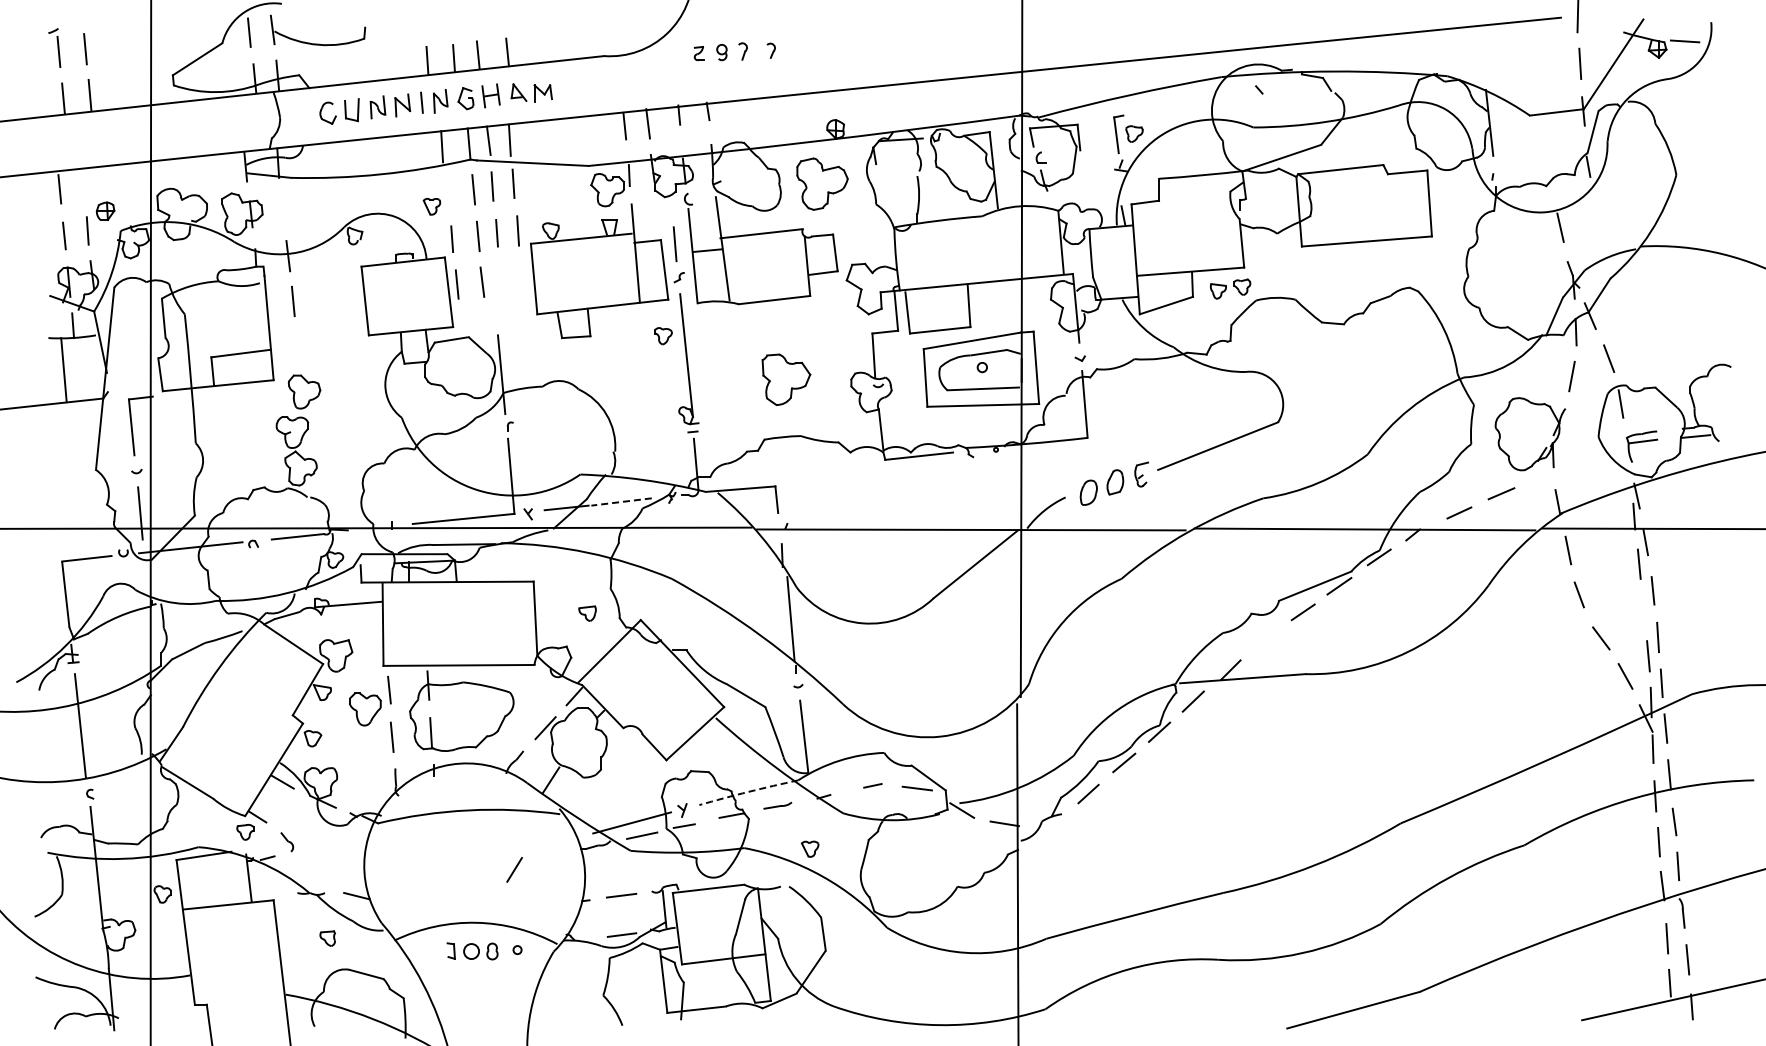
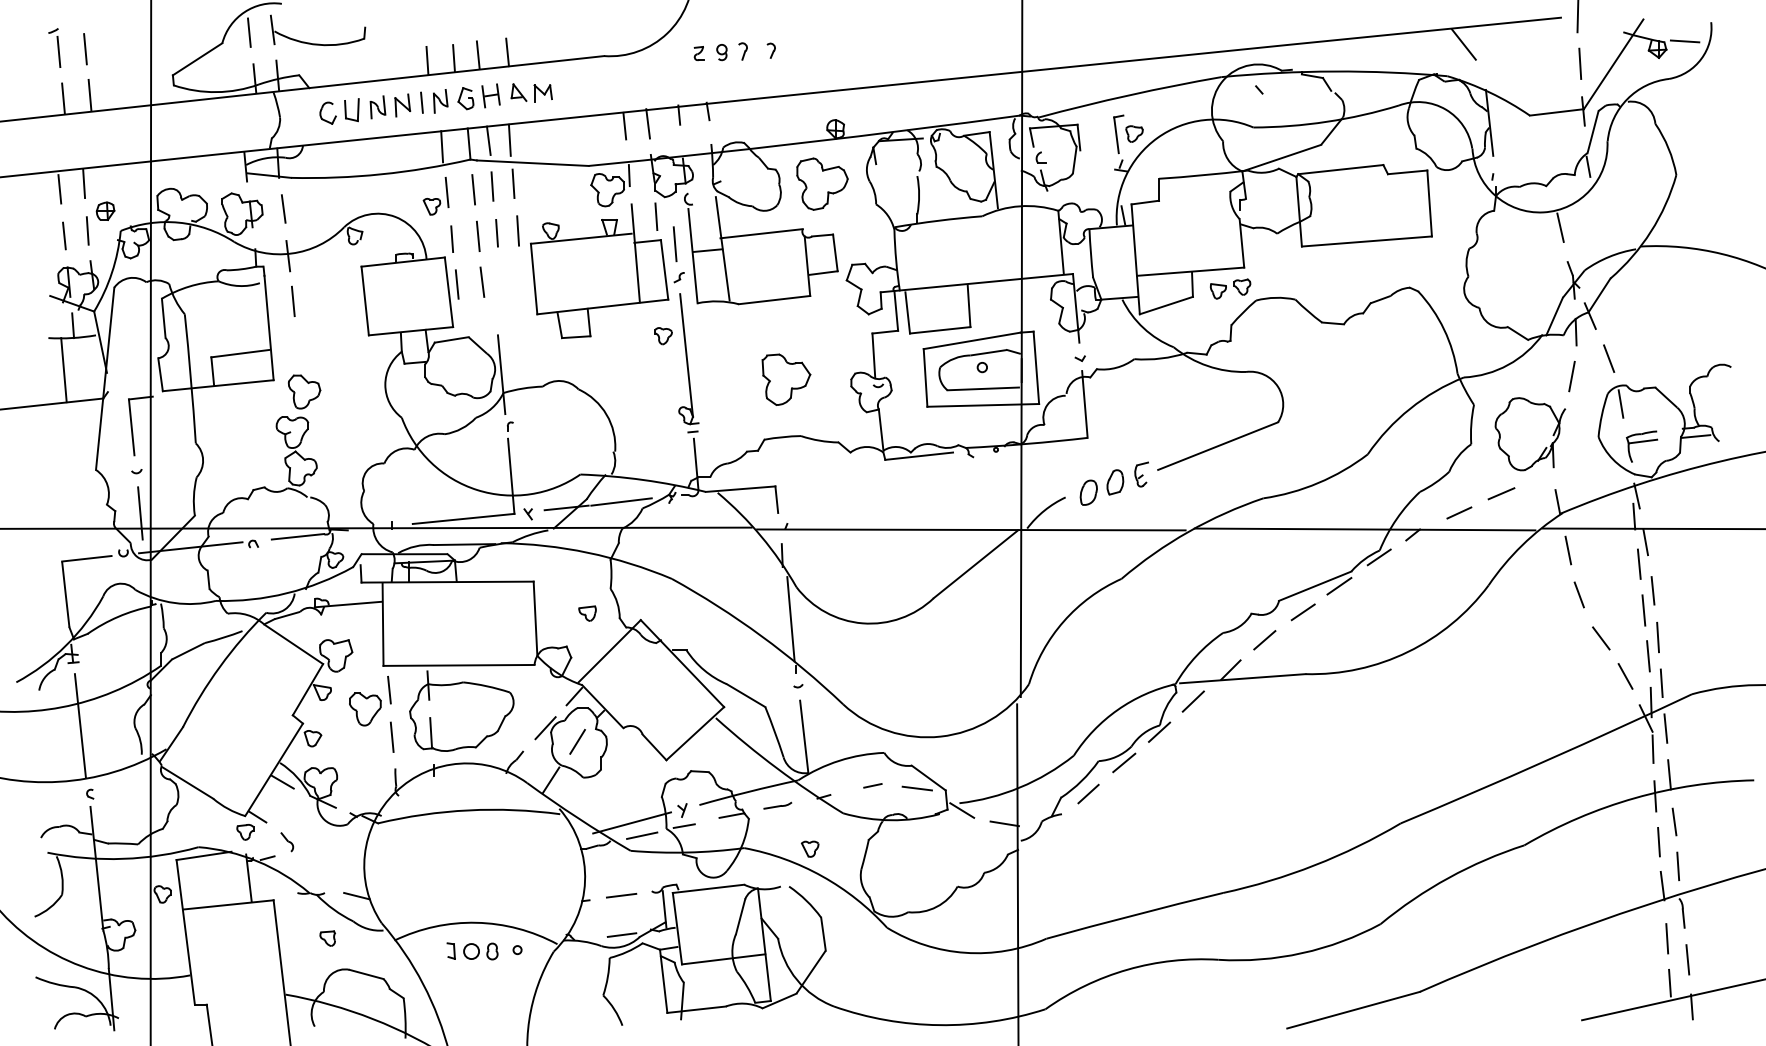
line at (1463, 44): none -> present
line at (84, 183): none -> present
line at (446, 192): none -> present
line at (283, 208): none -> present
line at (656, 216): none -> present
line at (621, 502): dashed -> solid
line at (1643, 610): none -> present
line at (1264, 640): none -> present
arc at (748, 791): dashed -> solid
line at (514, 869) position: (514, 869) -> (577, 741)
